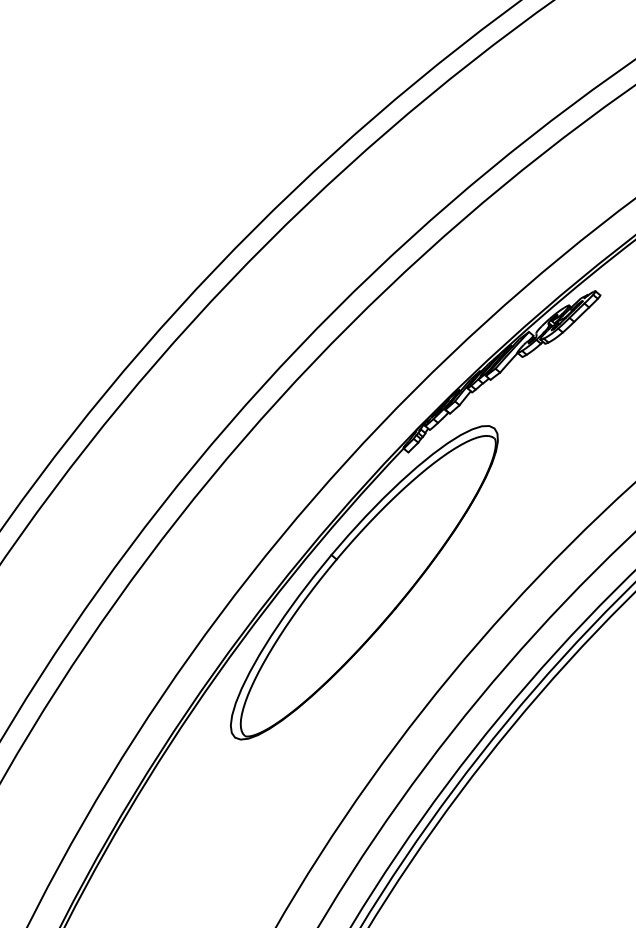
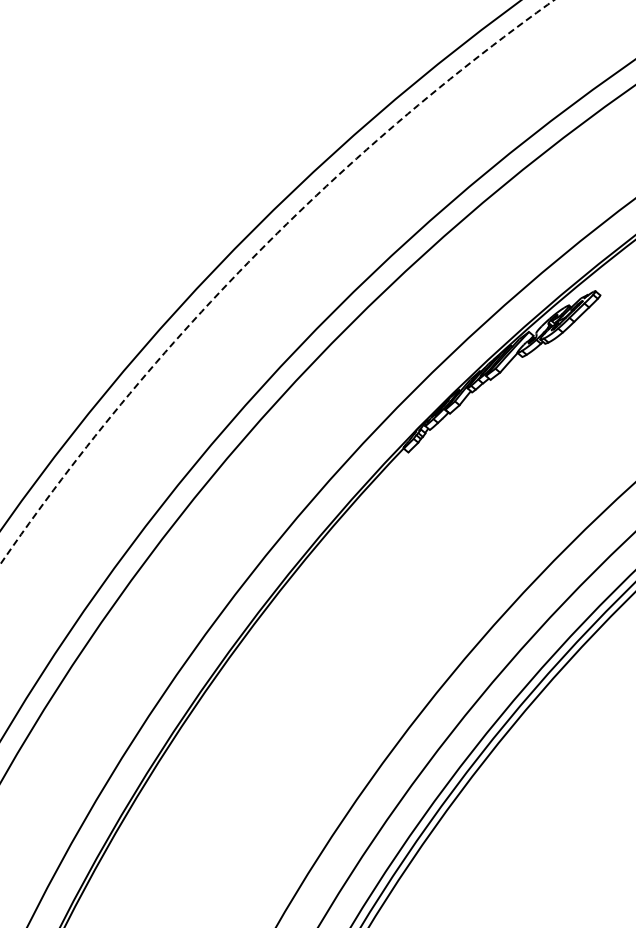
circle at (277, 282): solid -> dashed
part at (363, 582): present -> none
